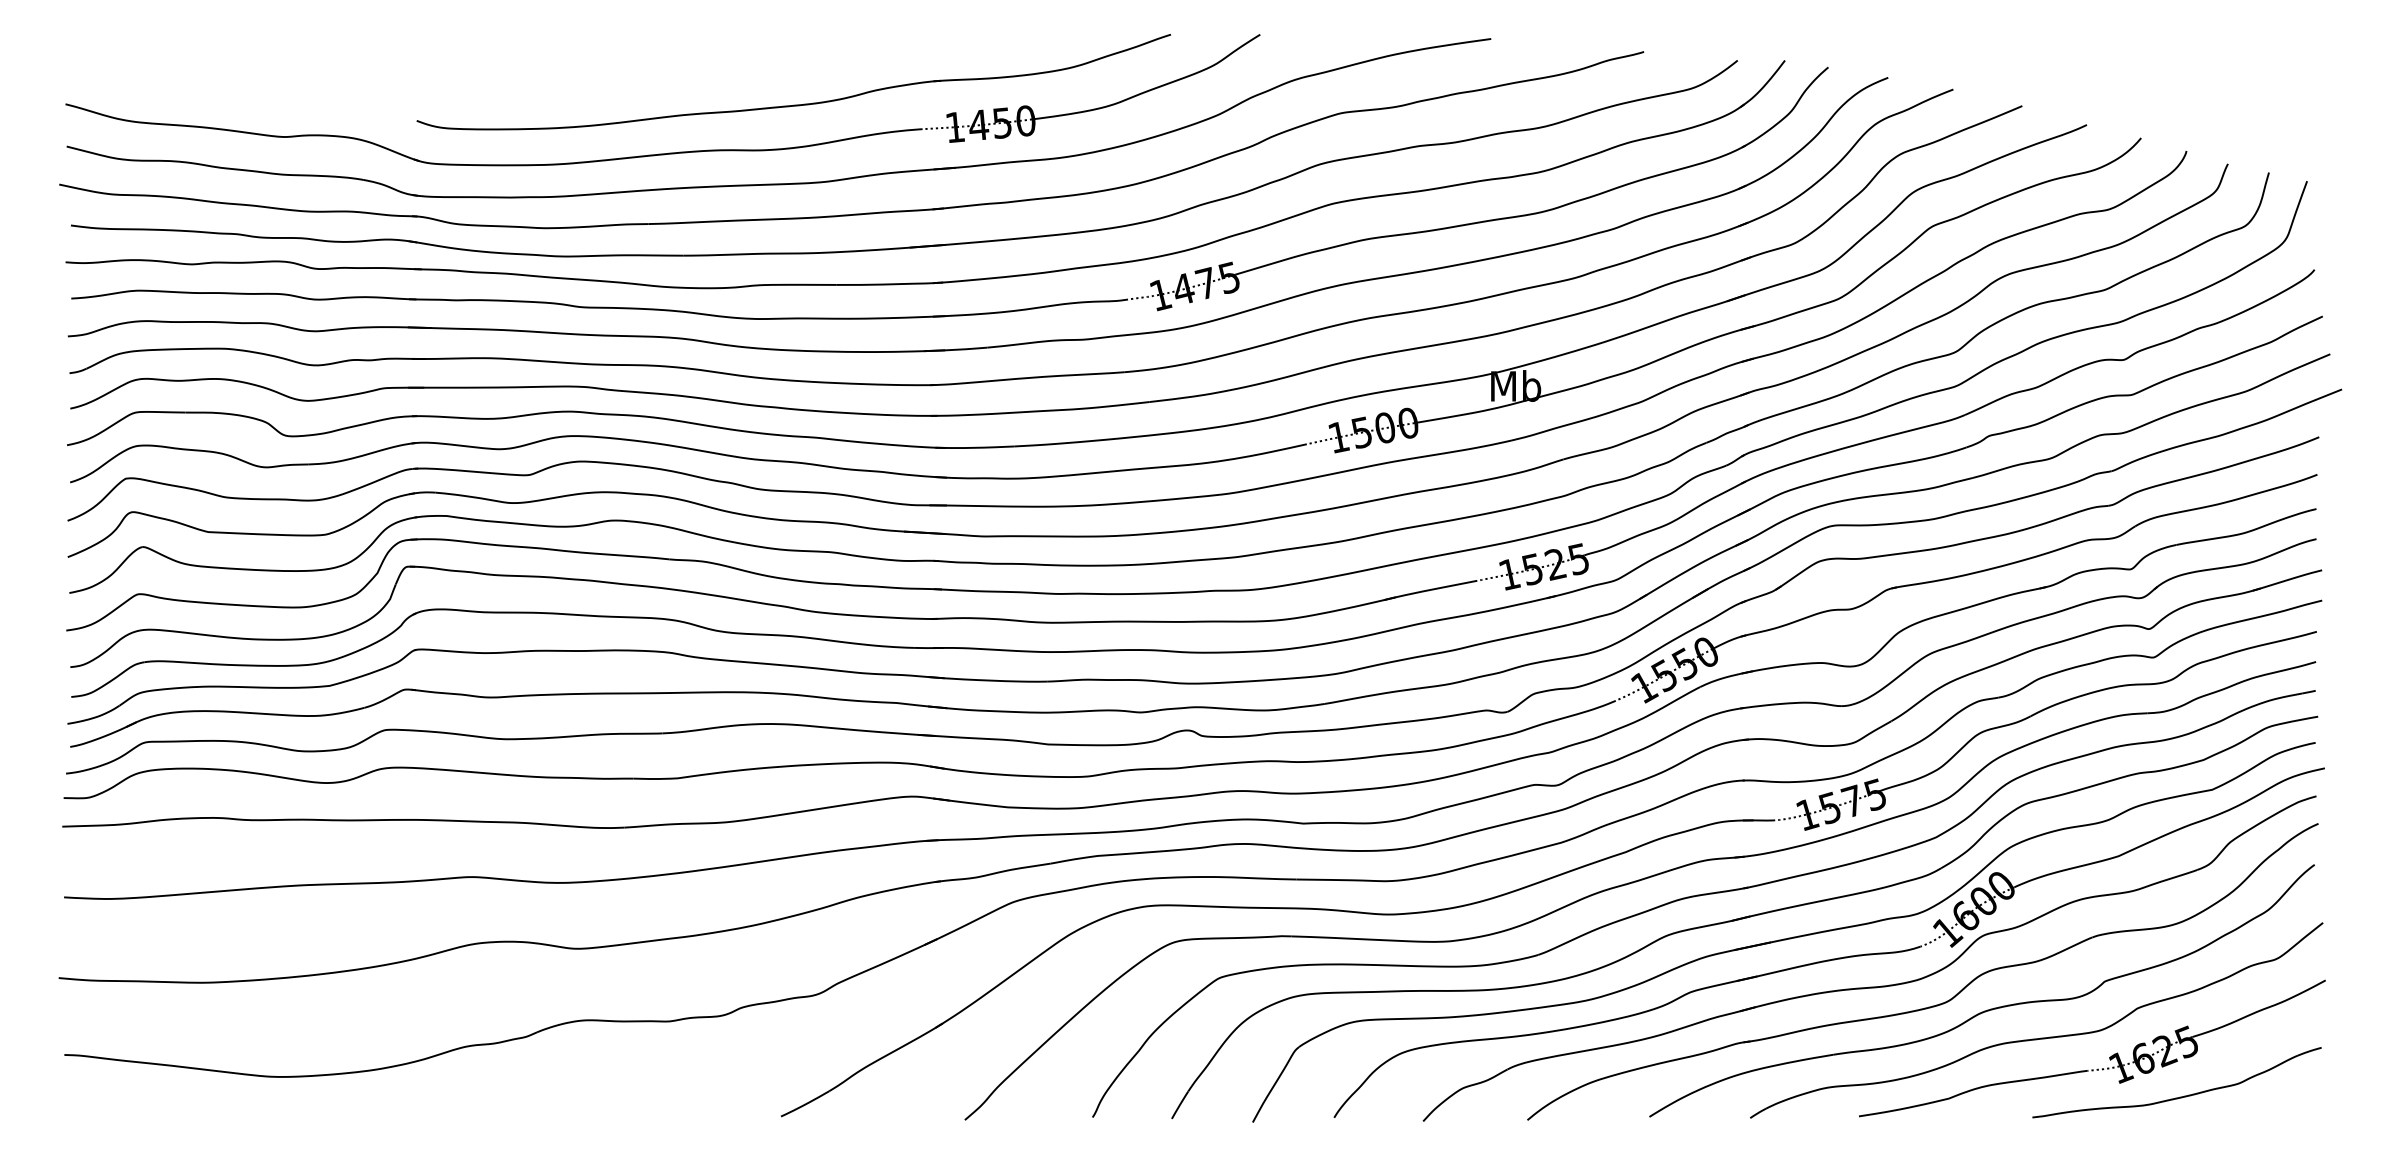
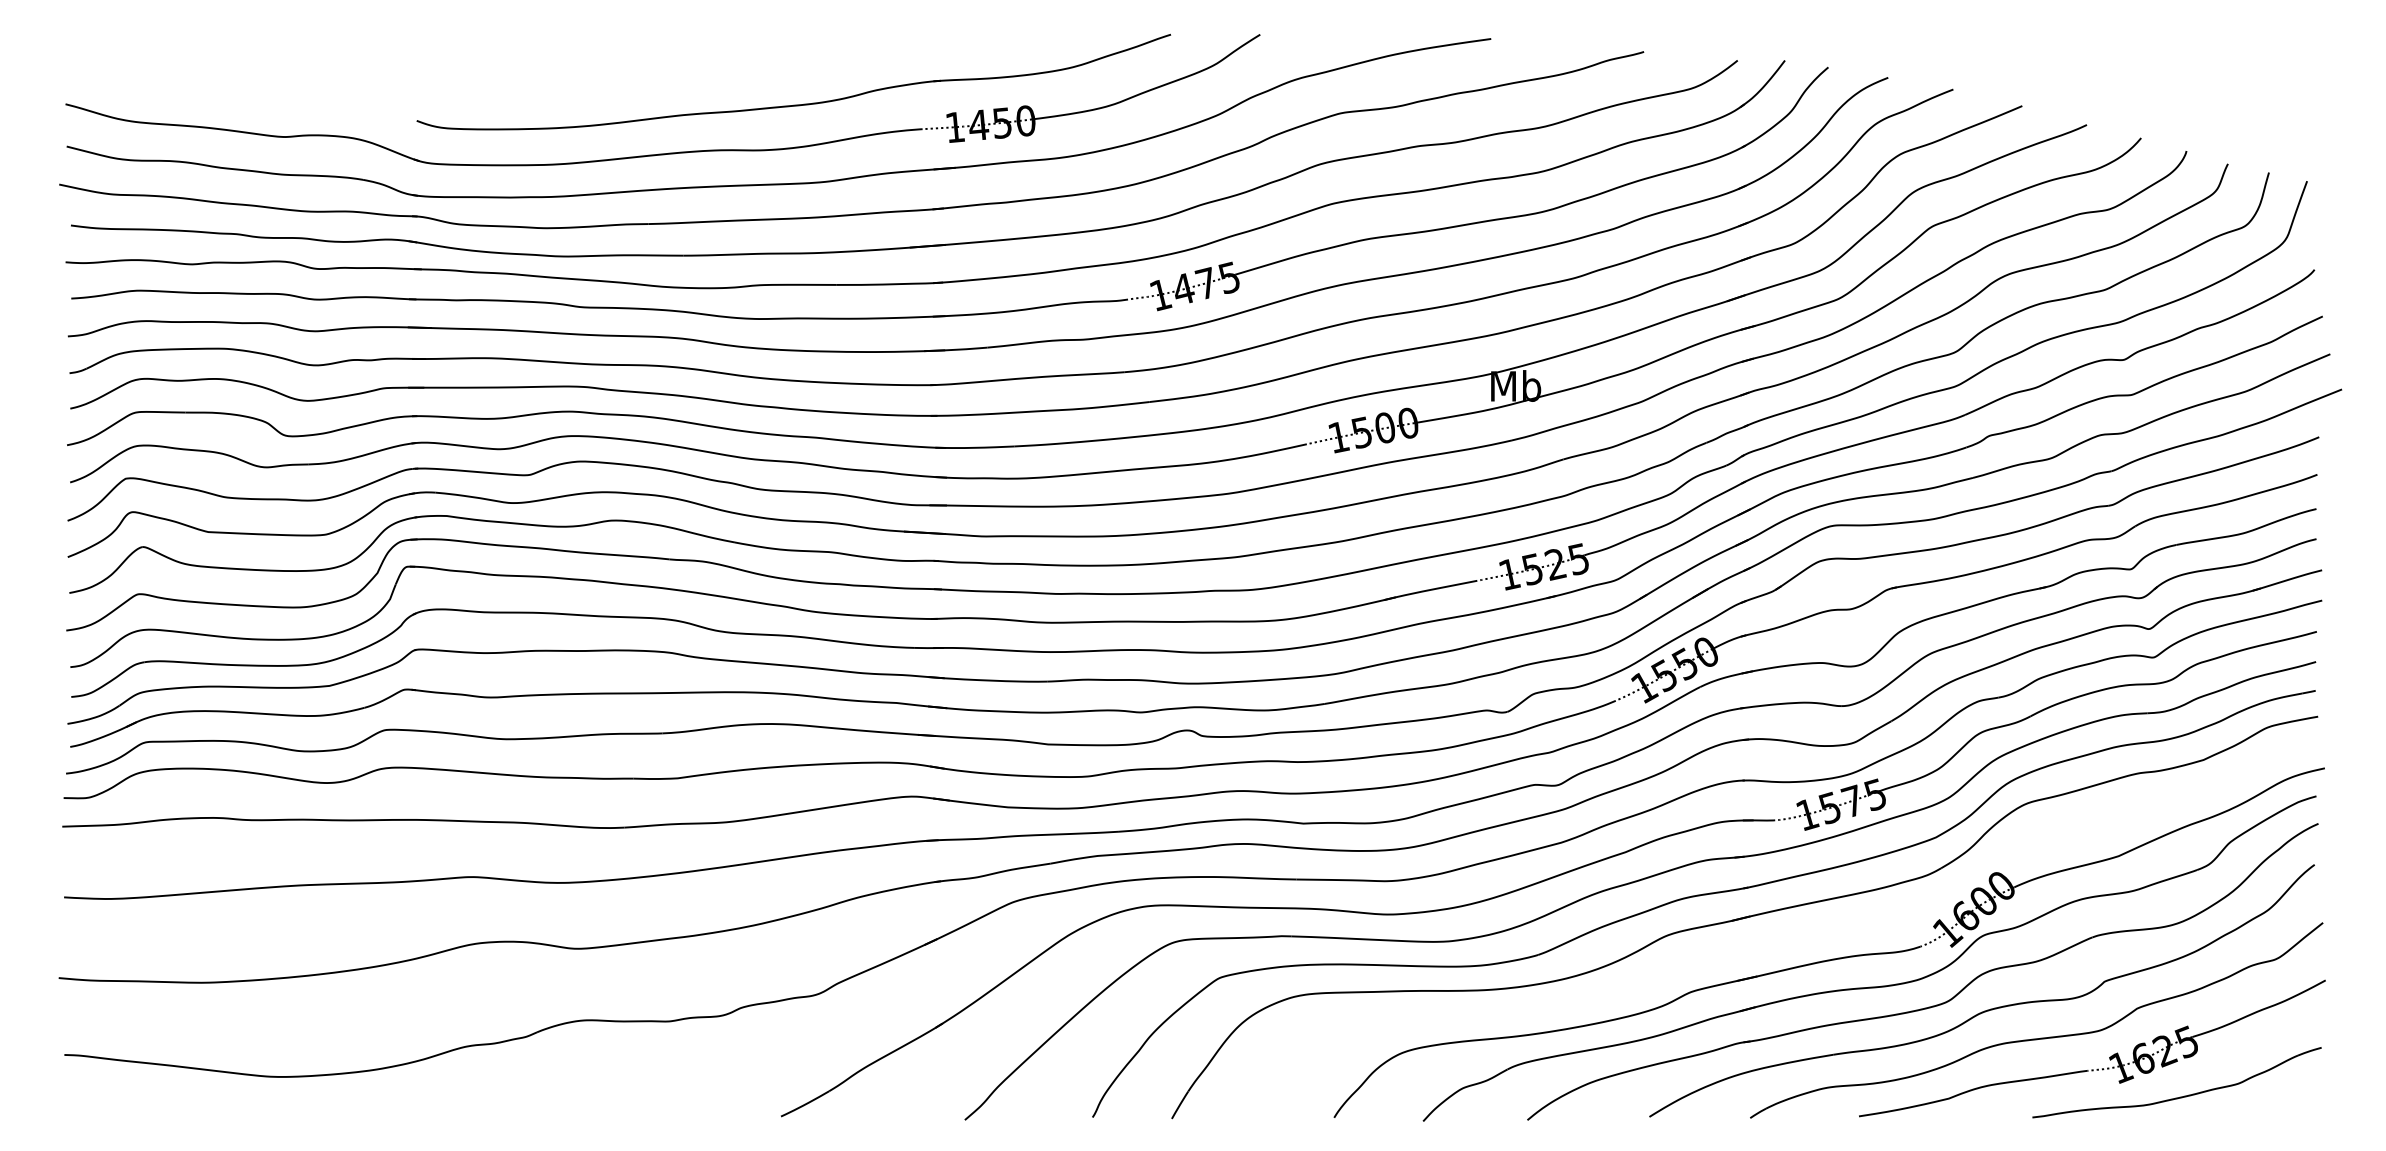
part at (1783, 932): present -> none
